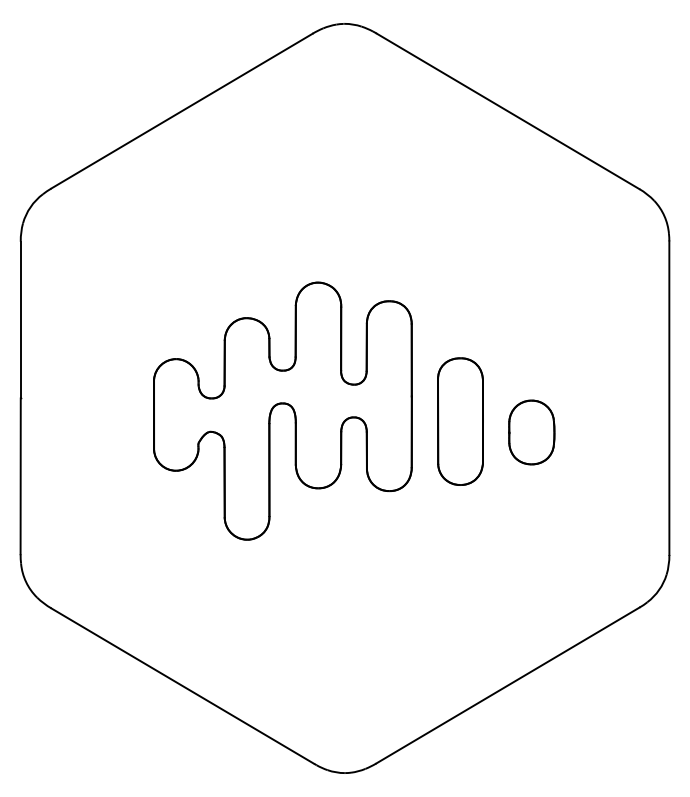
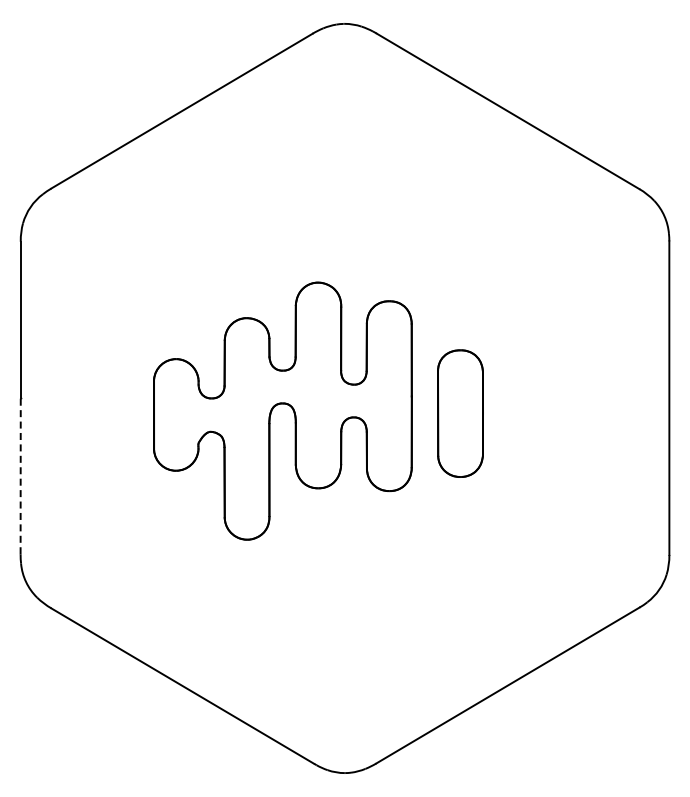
part at (460, 421) position: (460, 421) -> (460, 413)
part at (531, 432): present -> none
line at (20, 476): solid -> dashed
